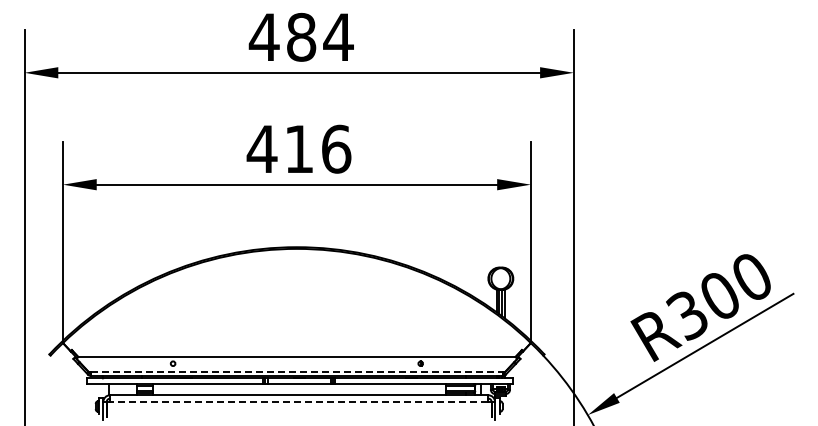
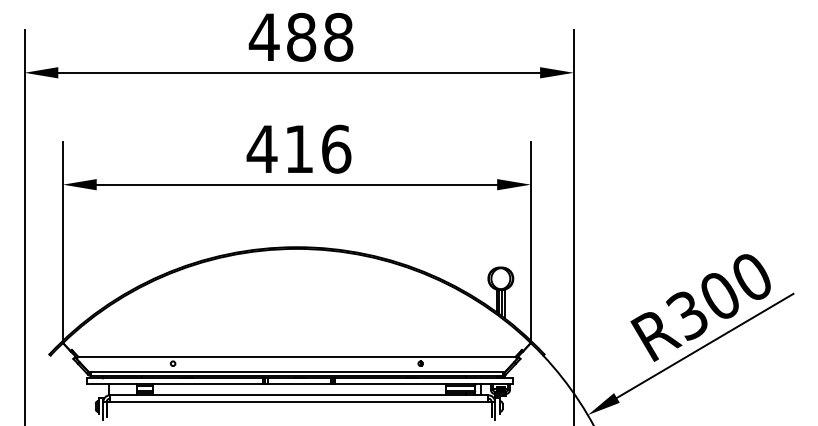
text at (338, 36): 484 -> 488
line at (296, 371): dashed -> solid
line at (298, 402): dashed -> solid
